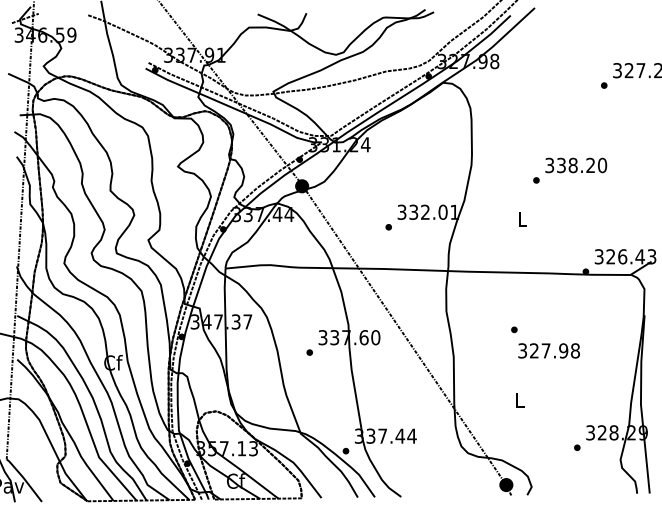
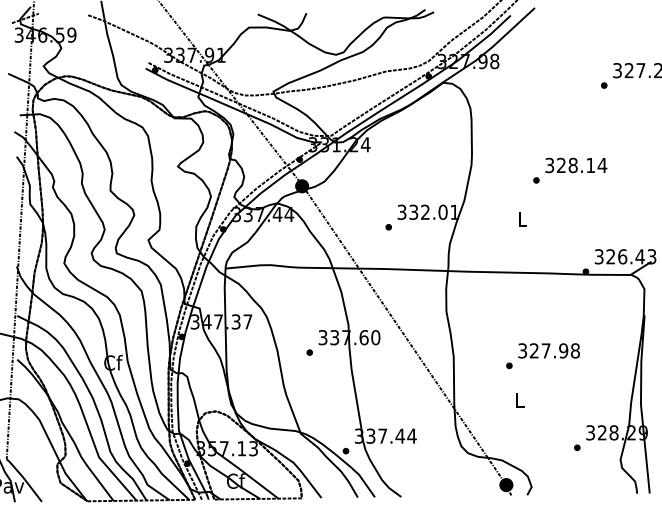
text at (582, 165): 338.20 -> 328.14
part at (514, 329) position: (514, 329) -> (509, 365)
